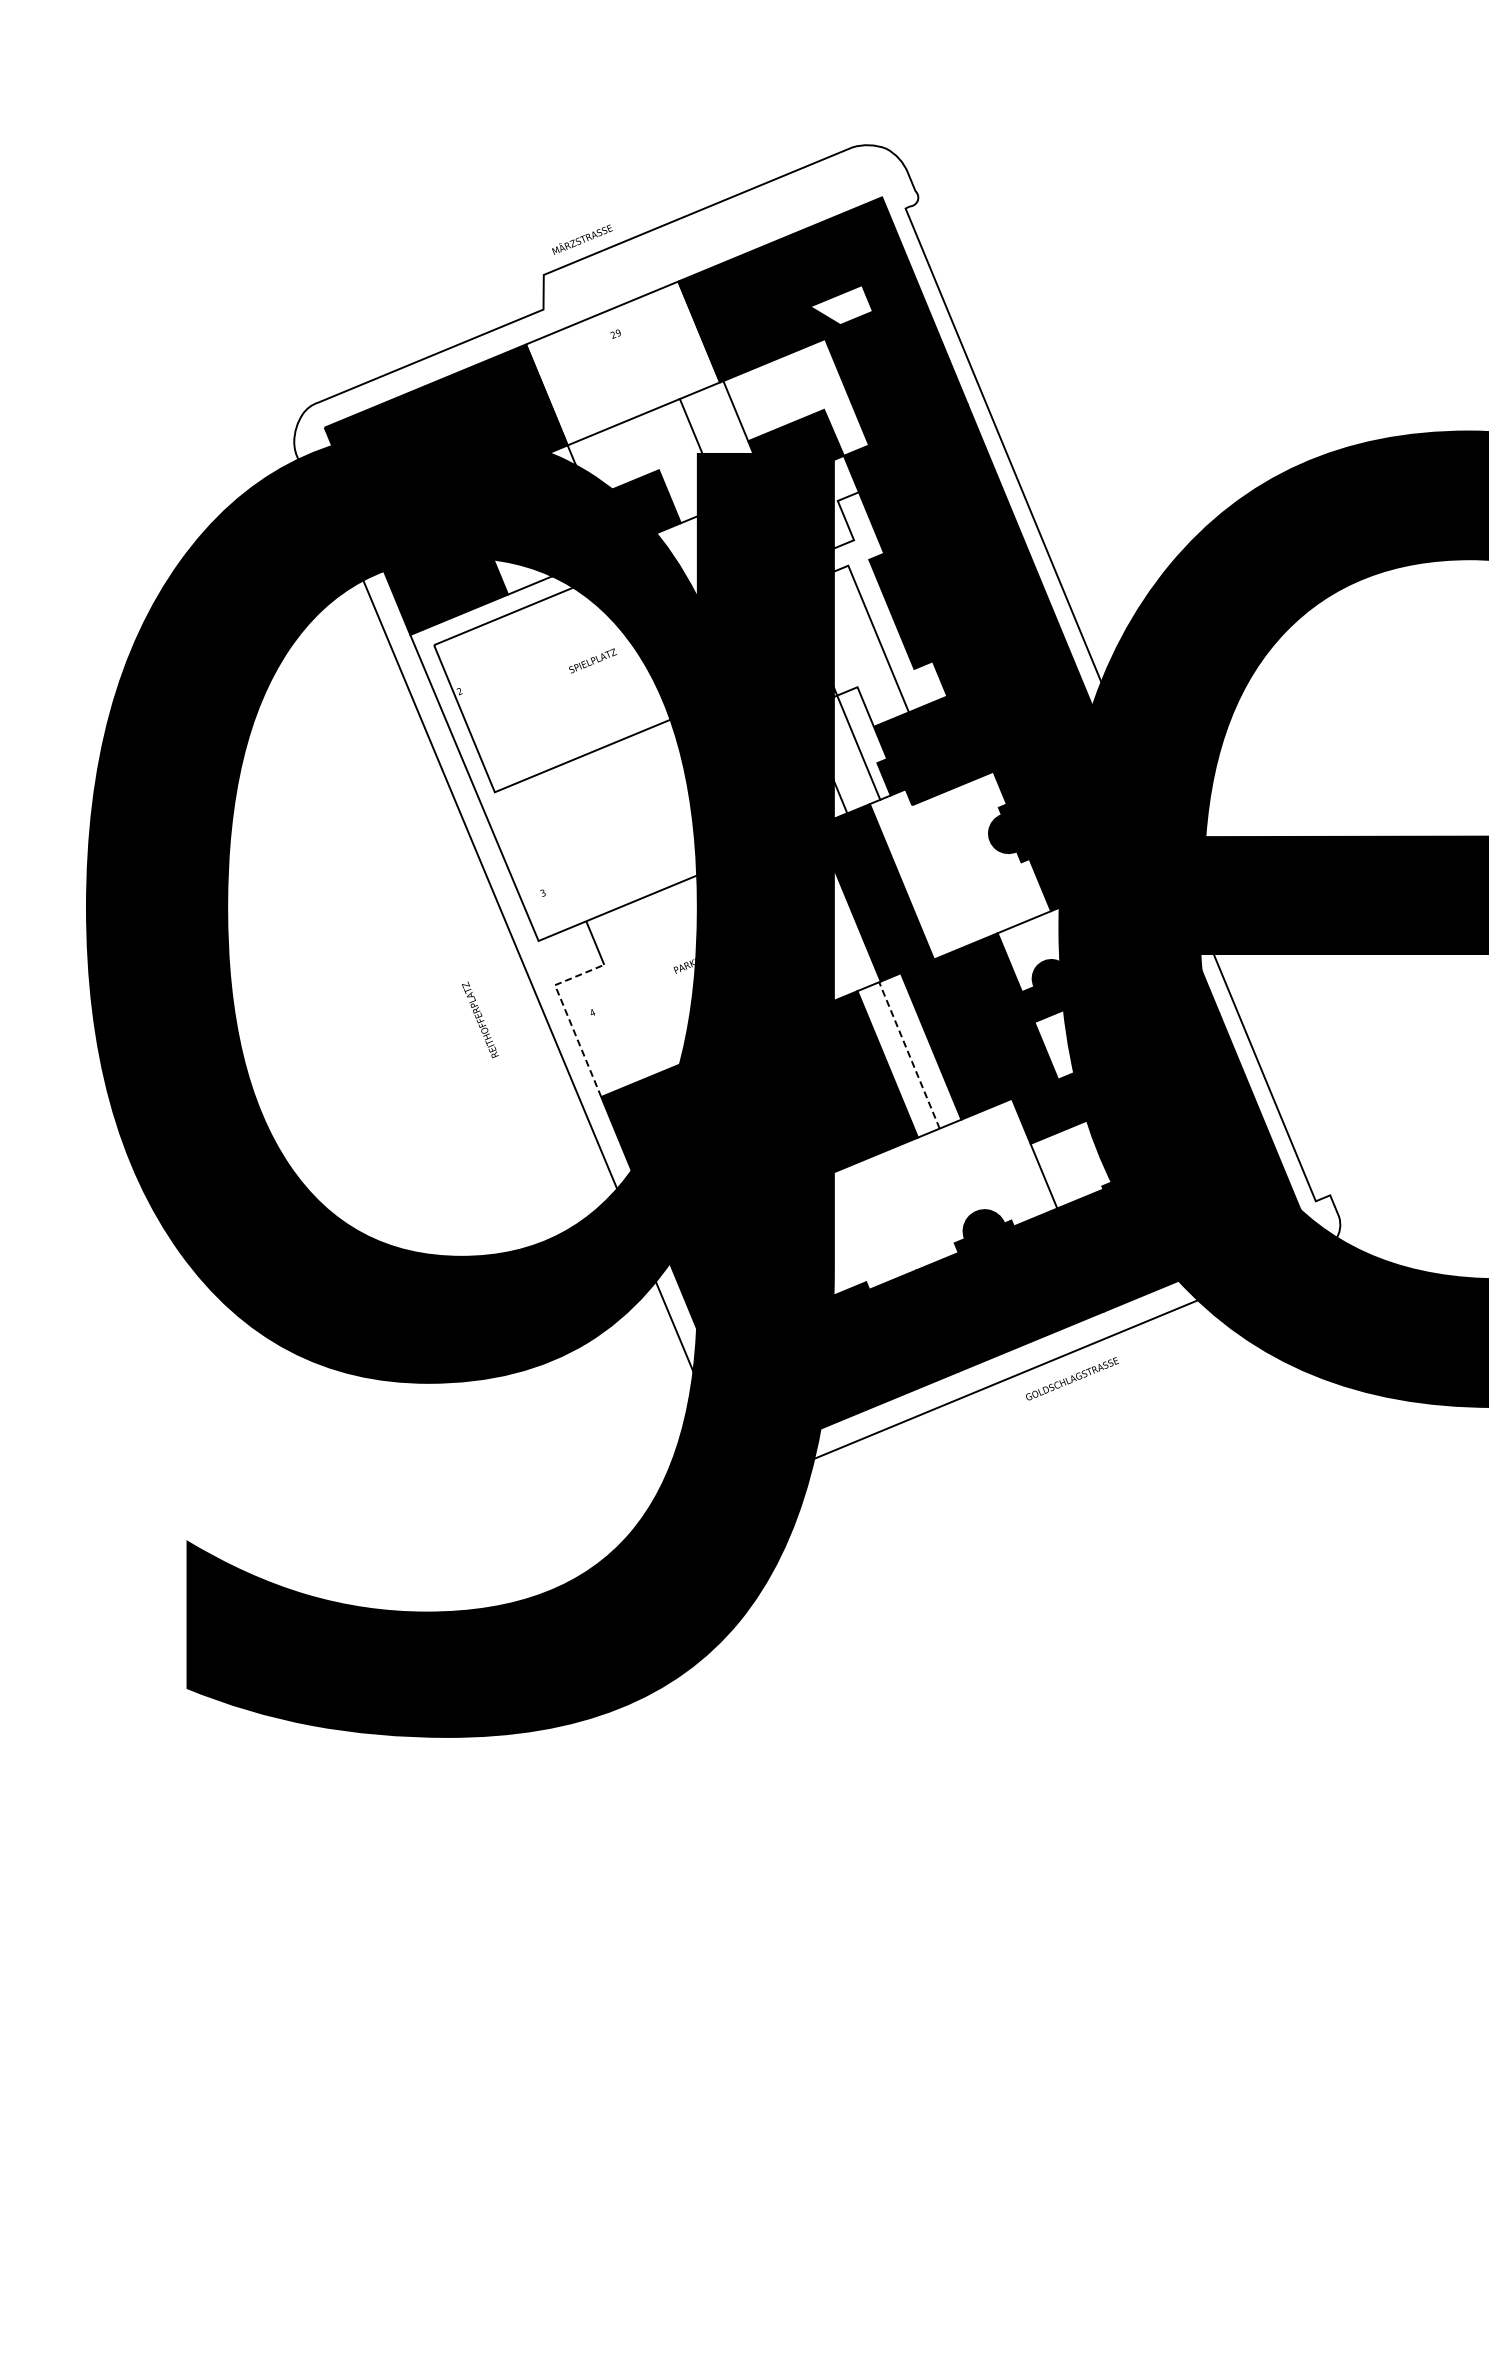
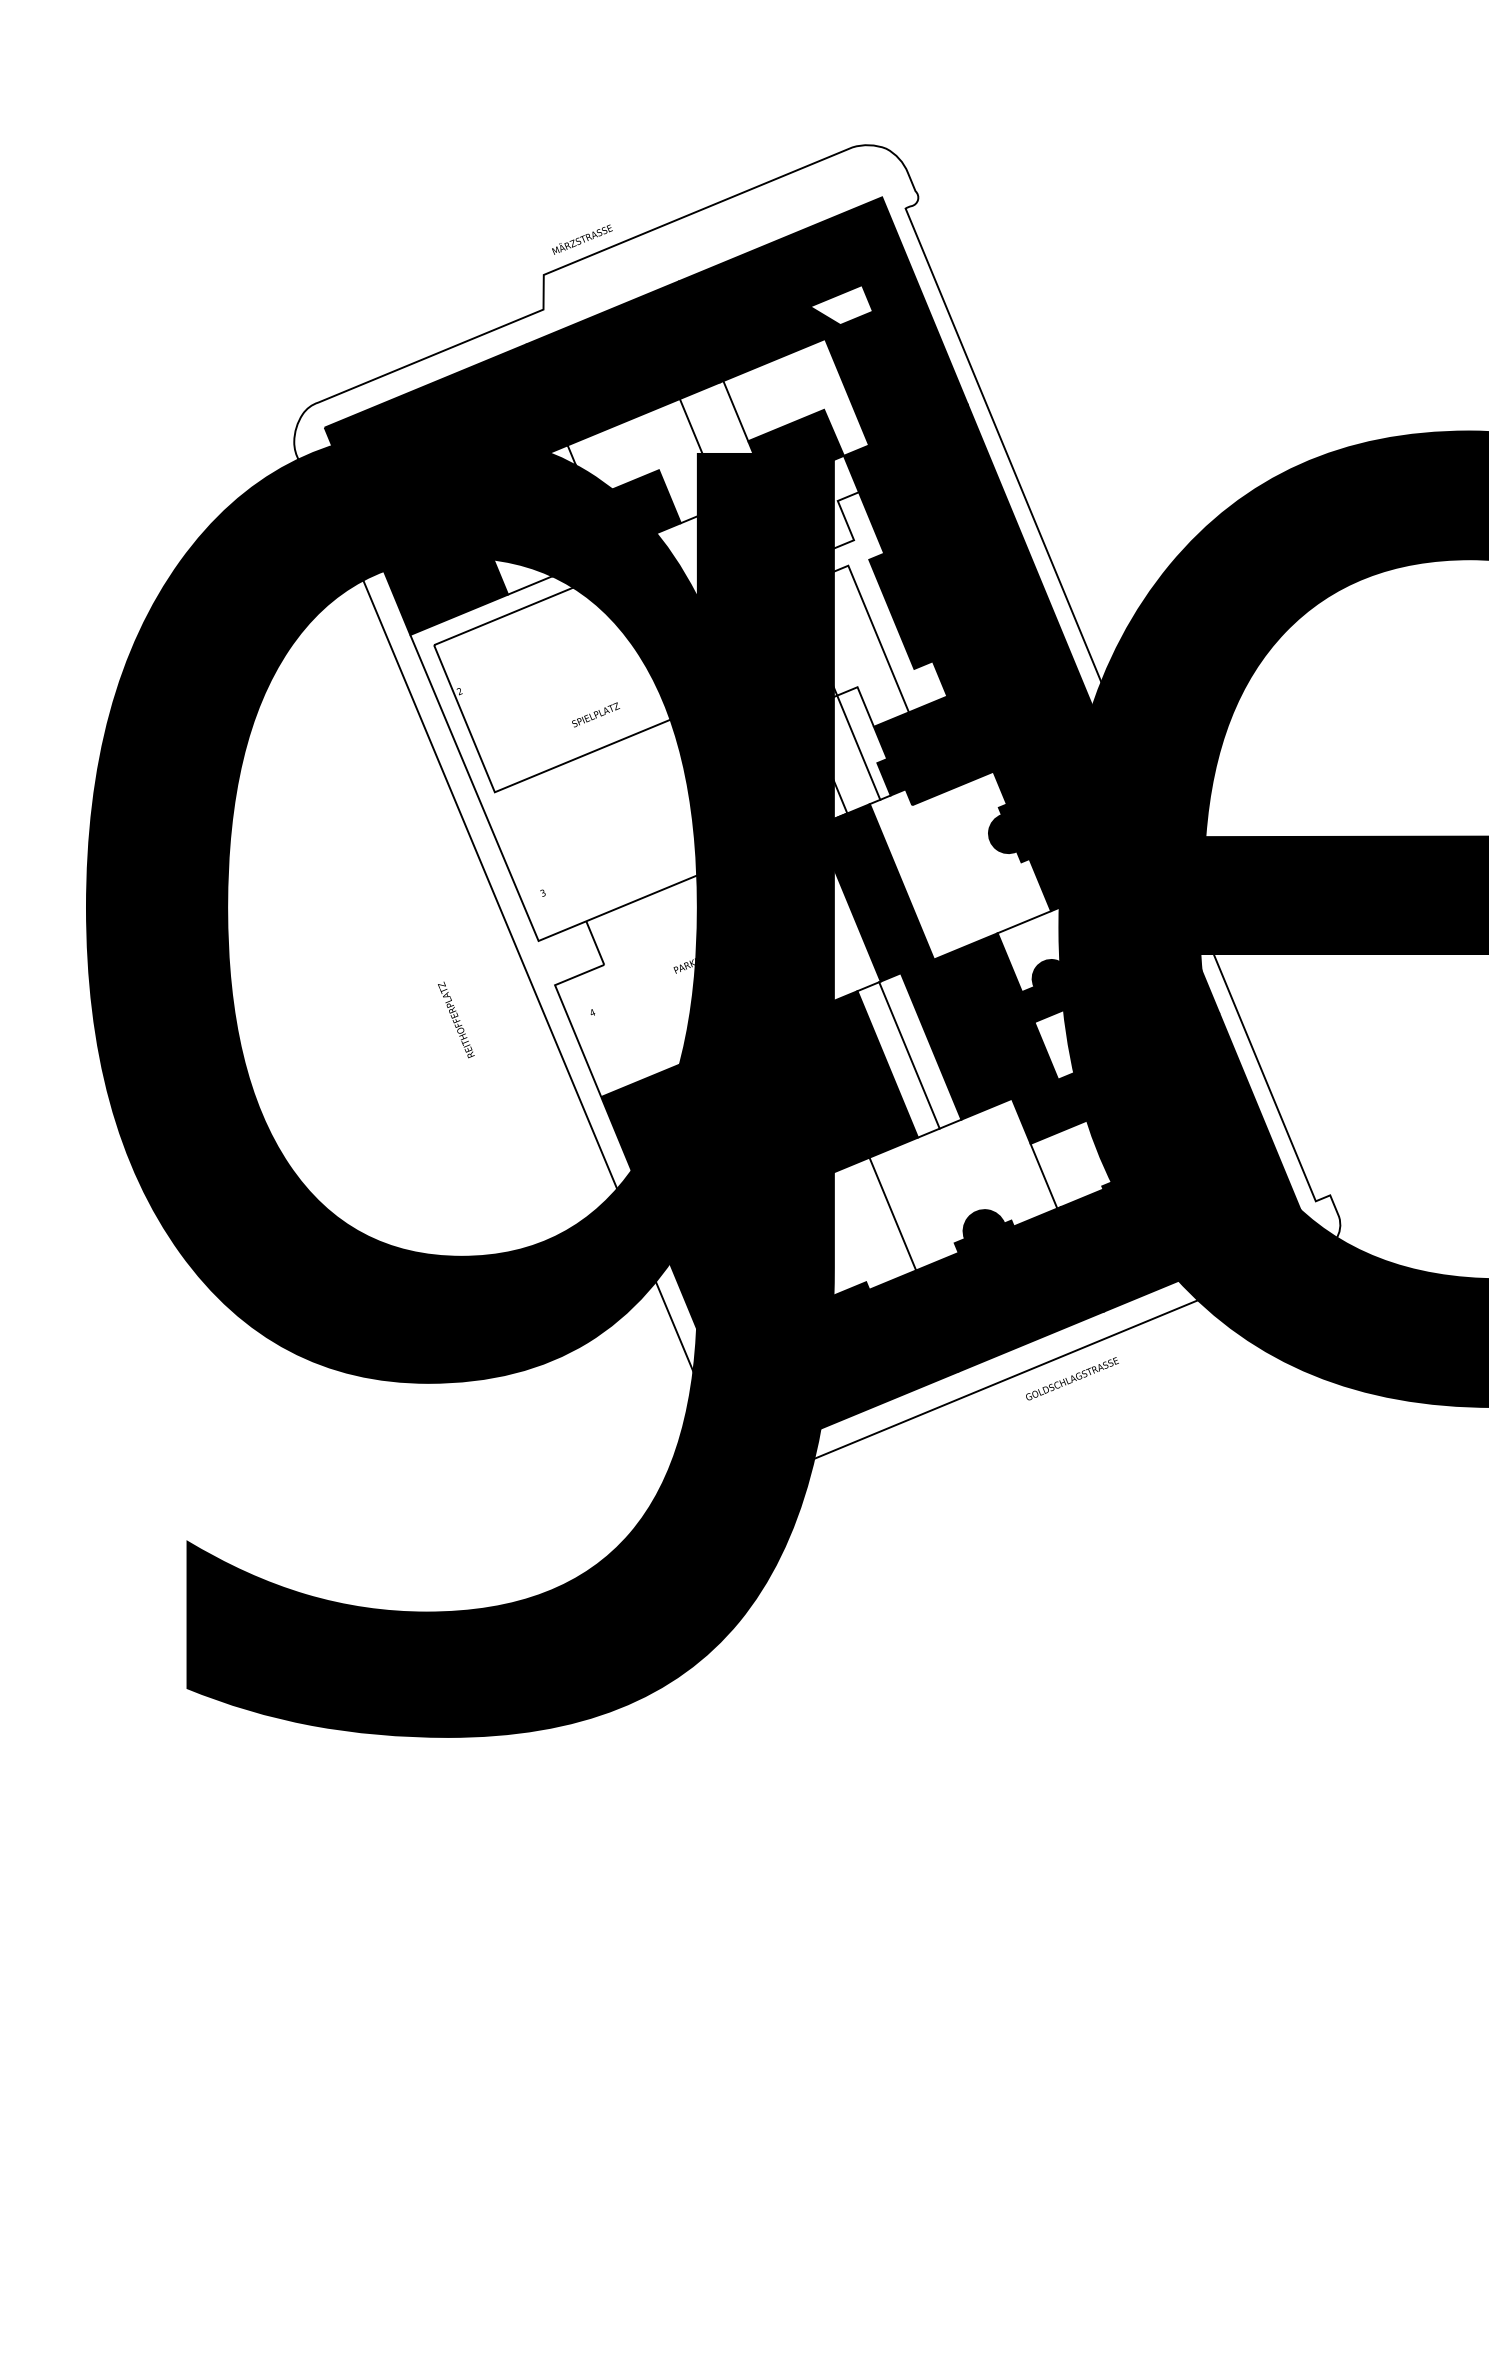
fill at (623, 363): none -> present
text at (593, 660) position: (593, 660) -> (596, 714)
line at (567, 1015): dashed -> solid
text at (480, 1019) position: (480, 1019) -> (456, 1019)
line at (909, 1054): dashed -> solid
line at (892, 1213): none -> present
